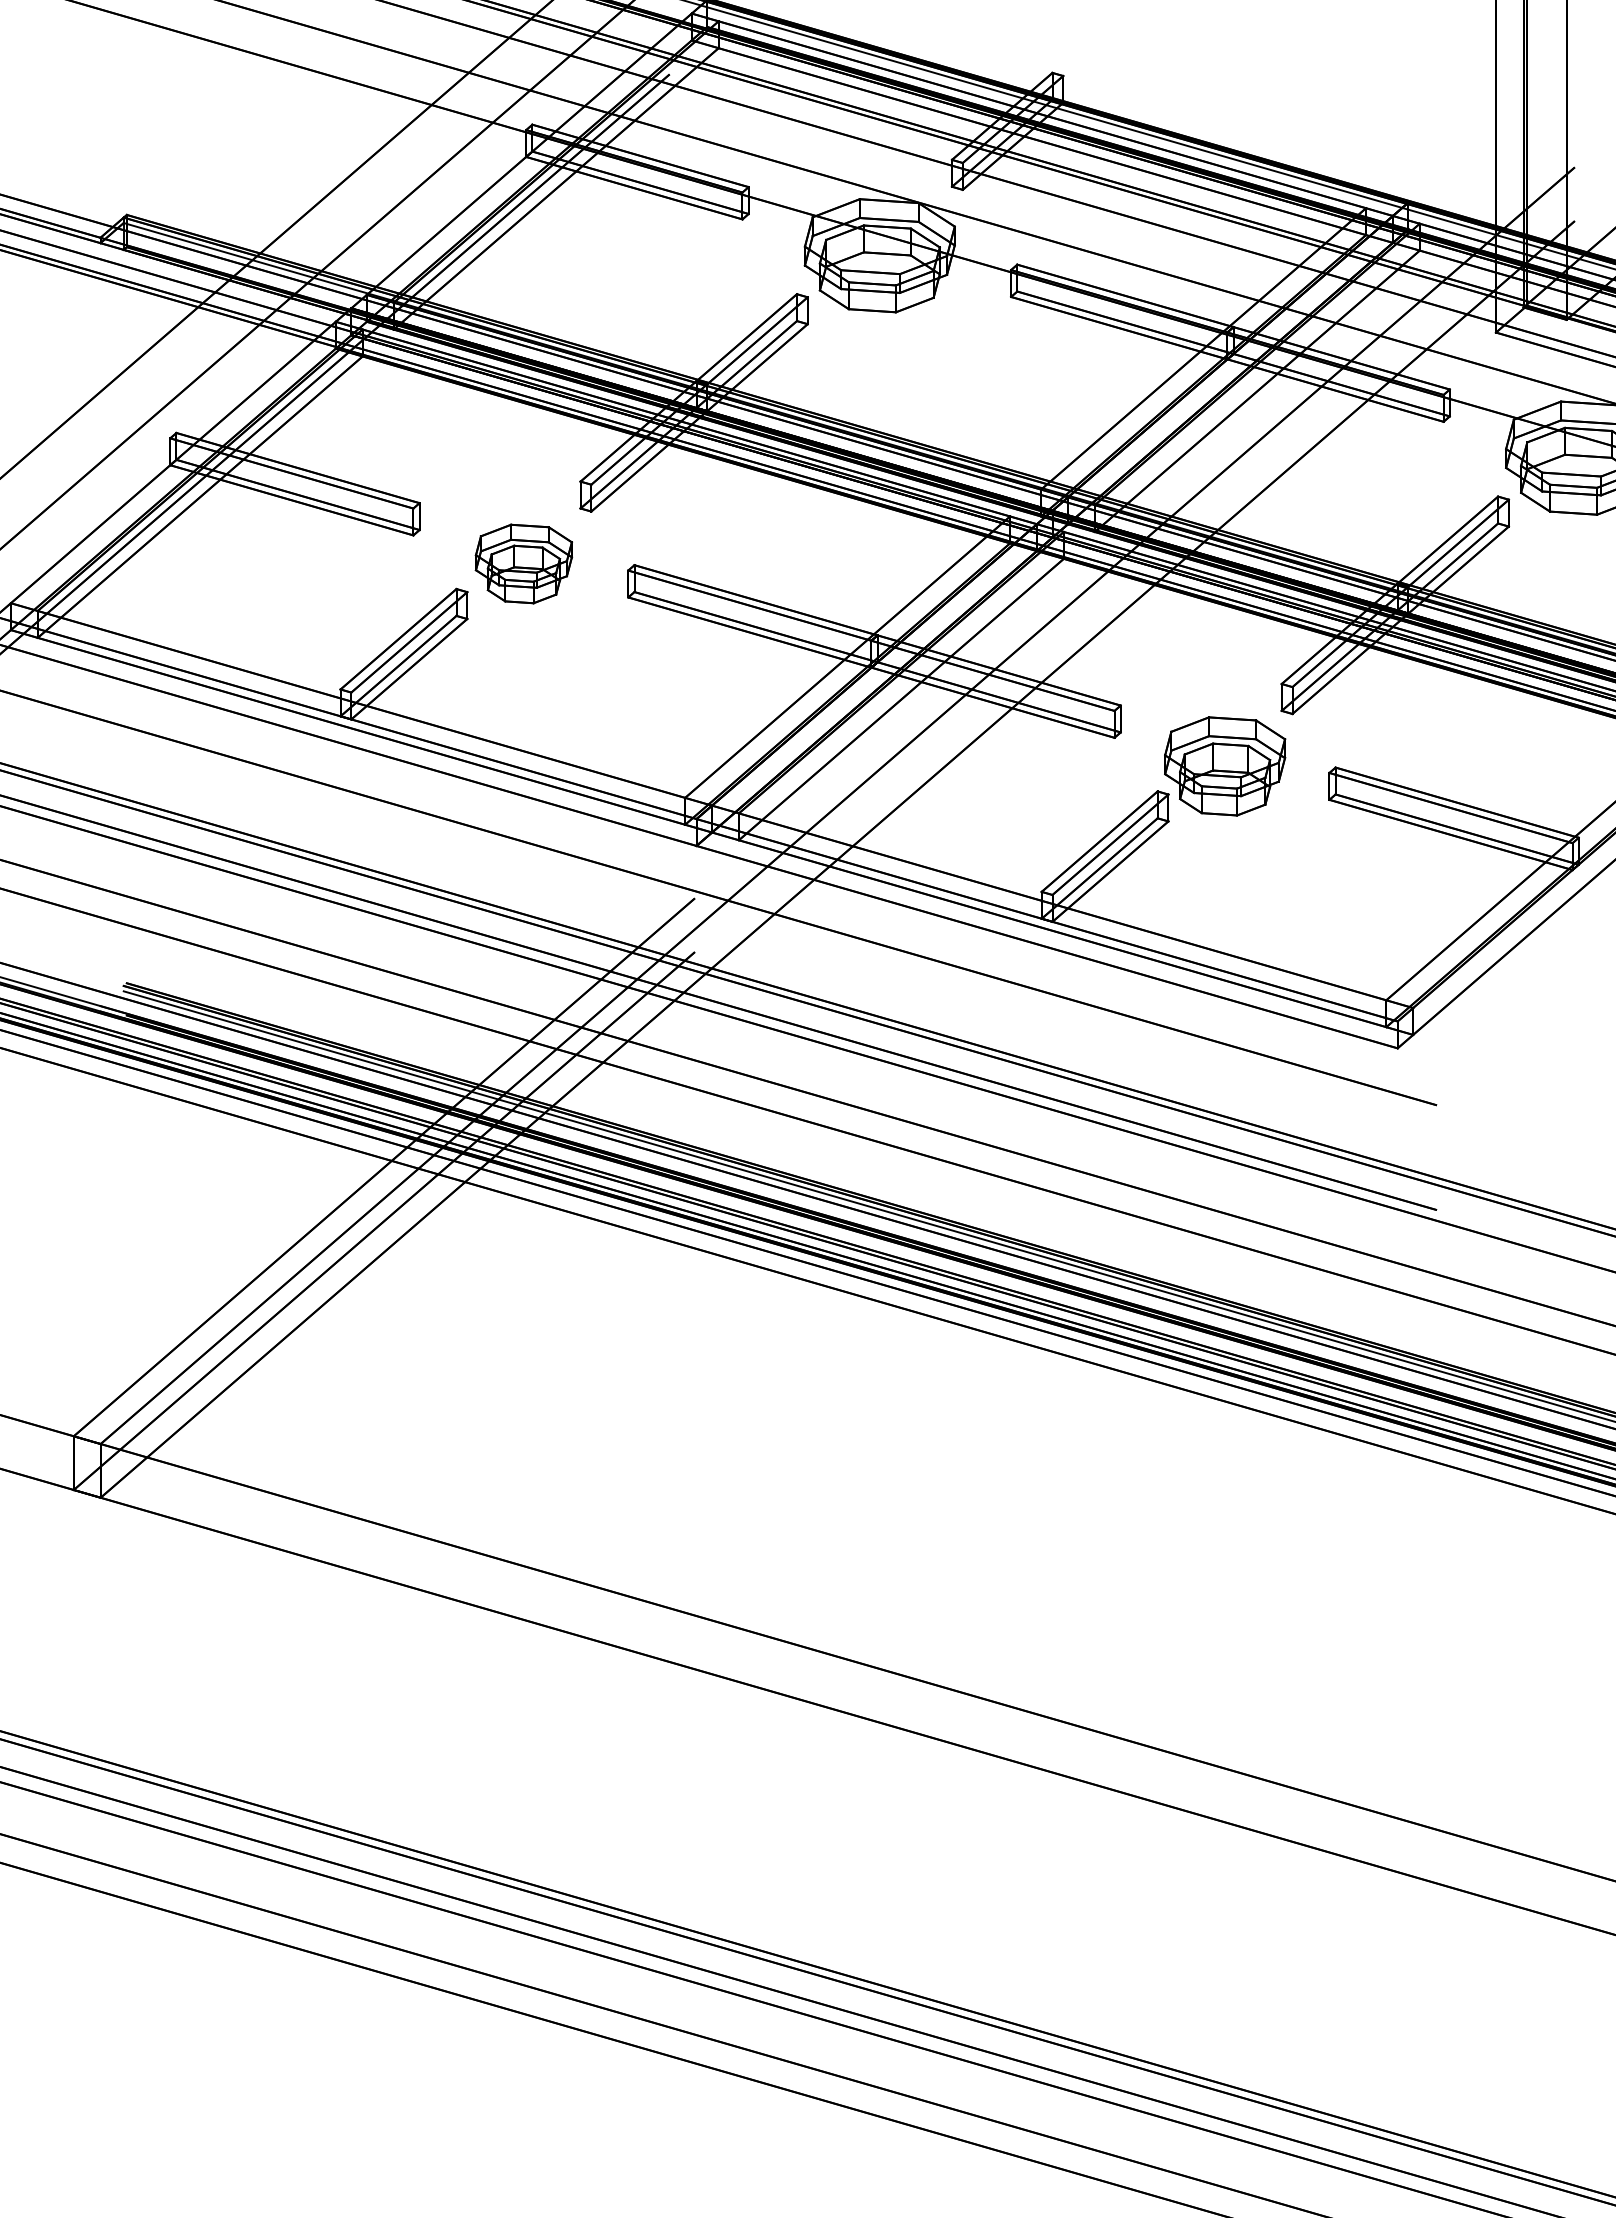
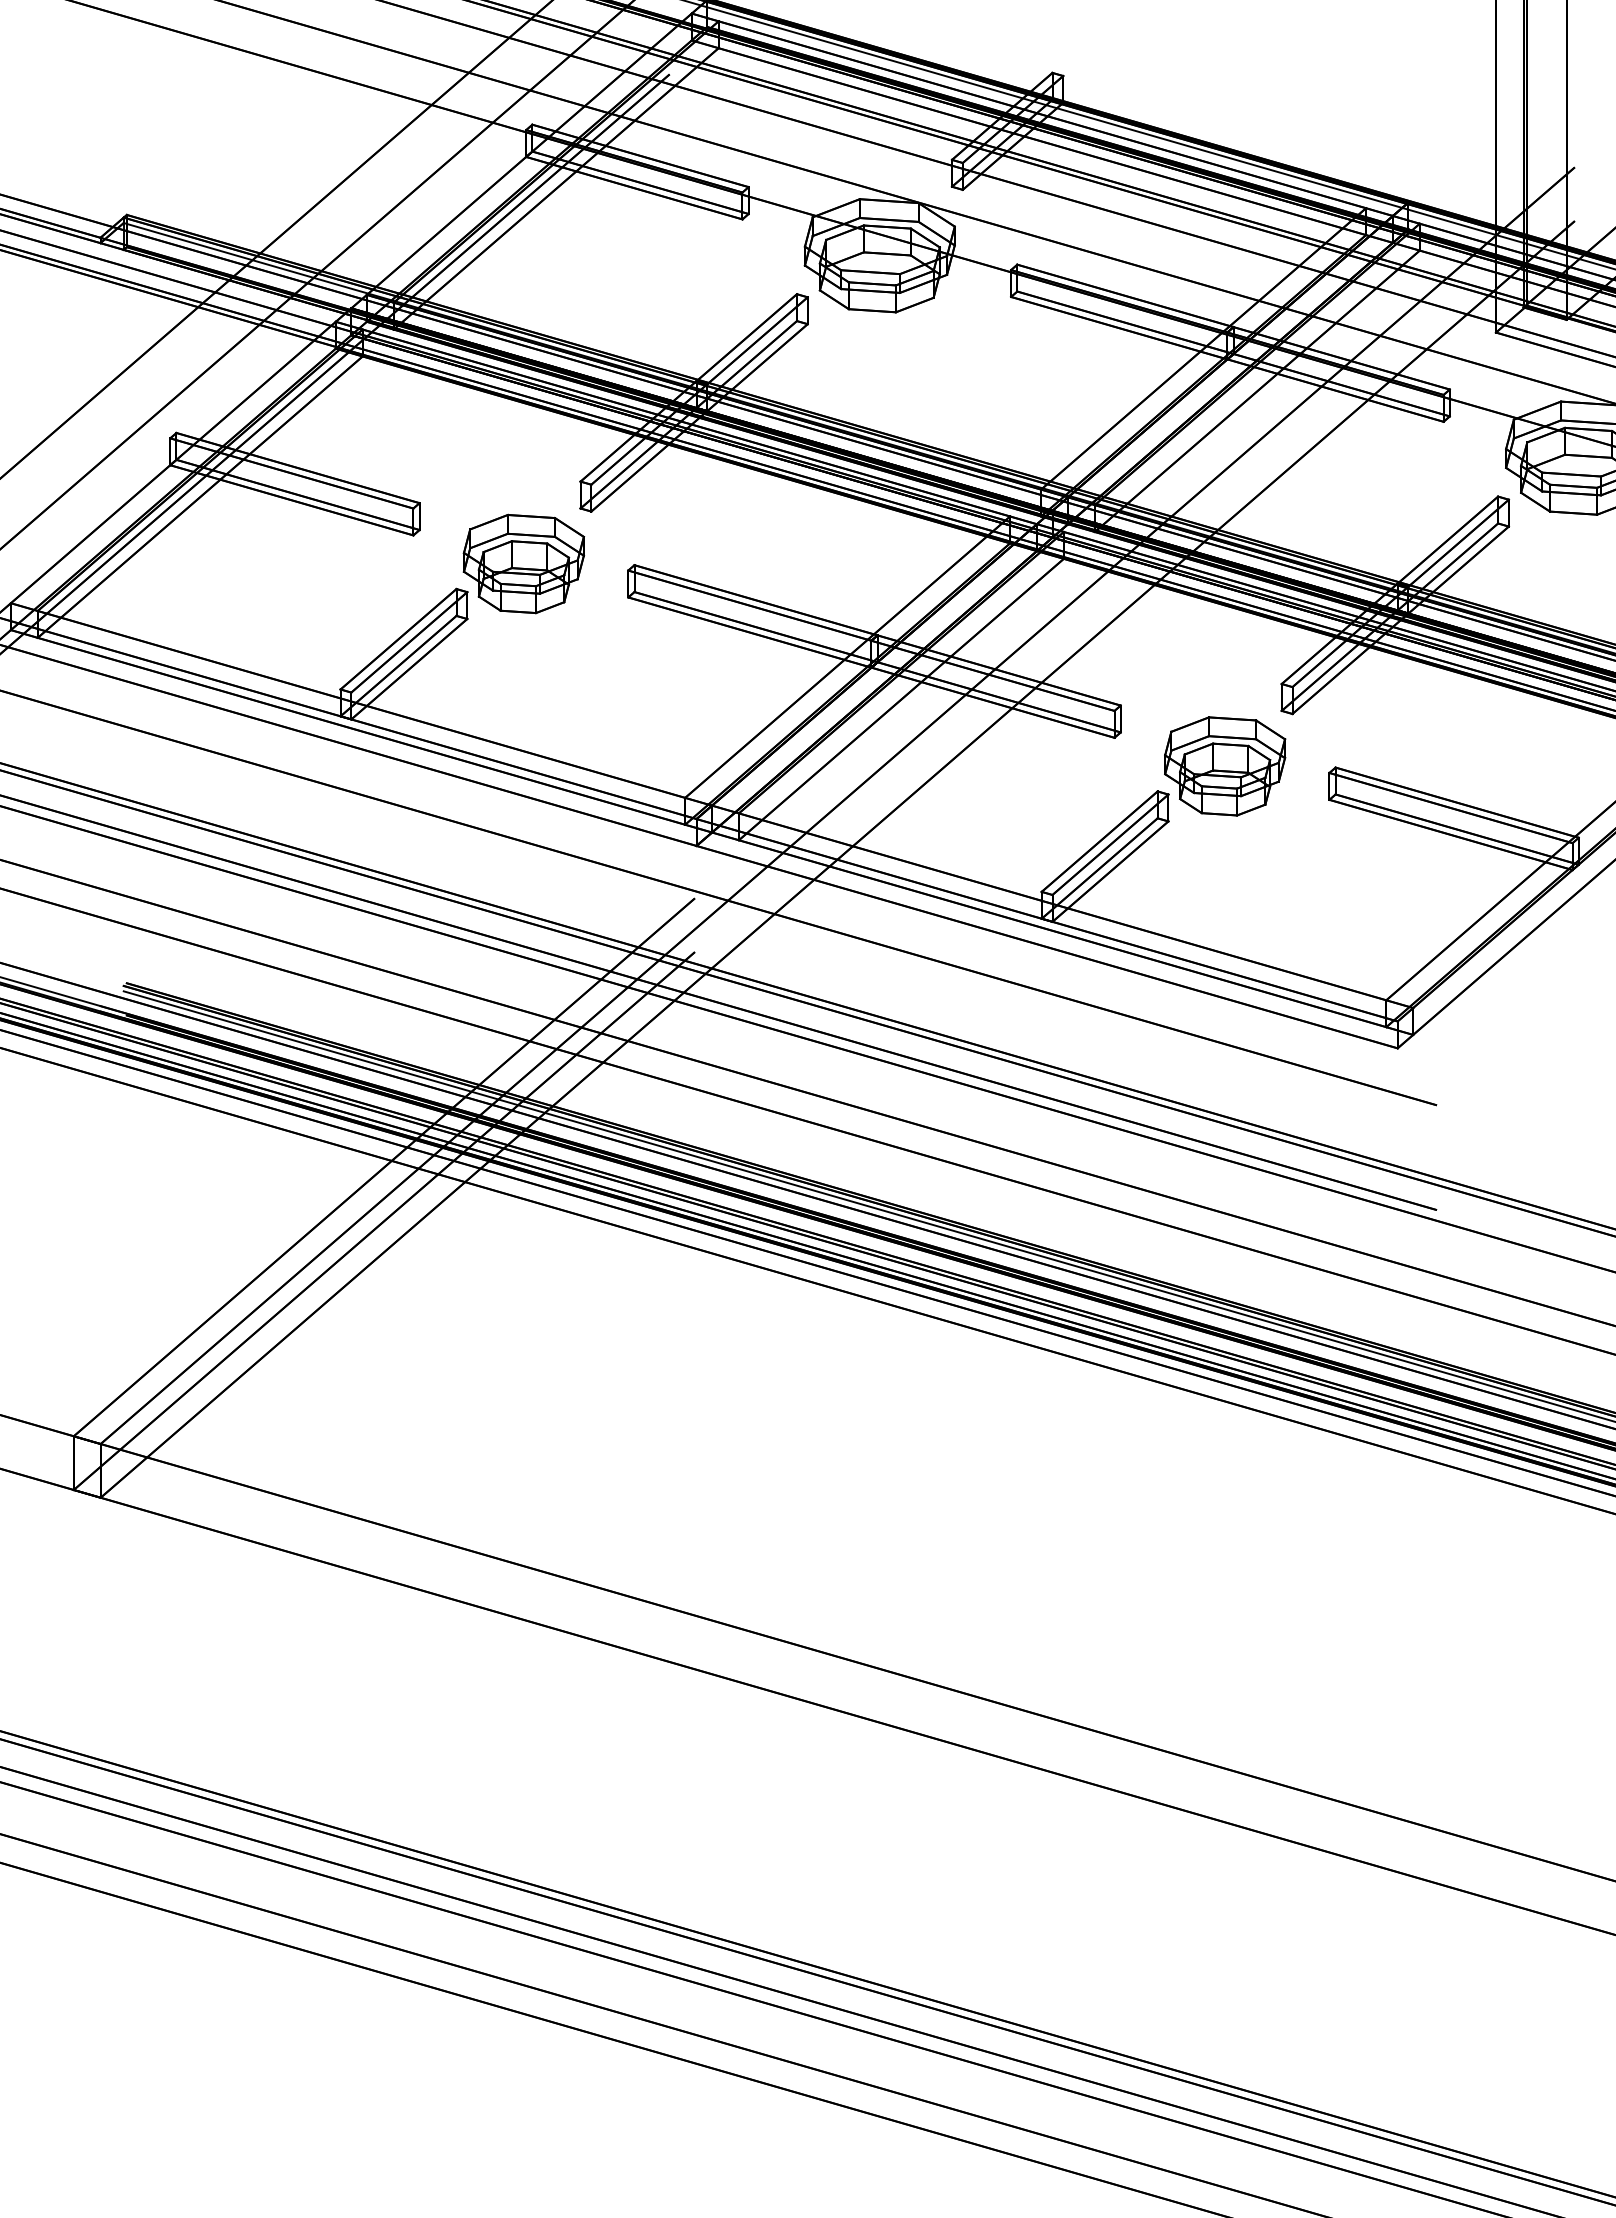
part at (523, 563) size: 100x82 px -> 124x102 px
